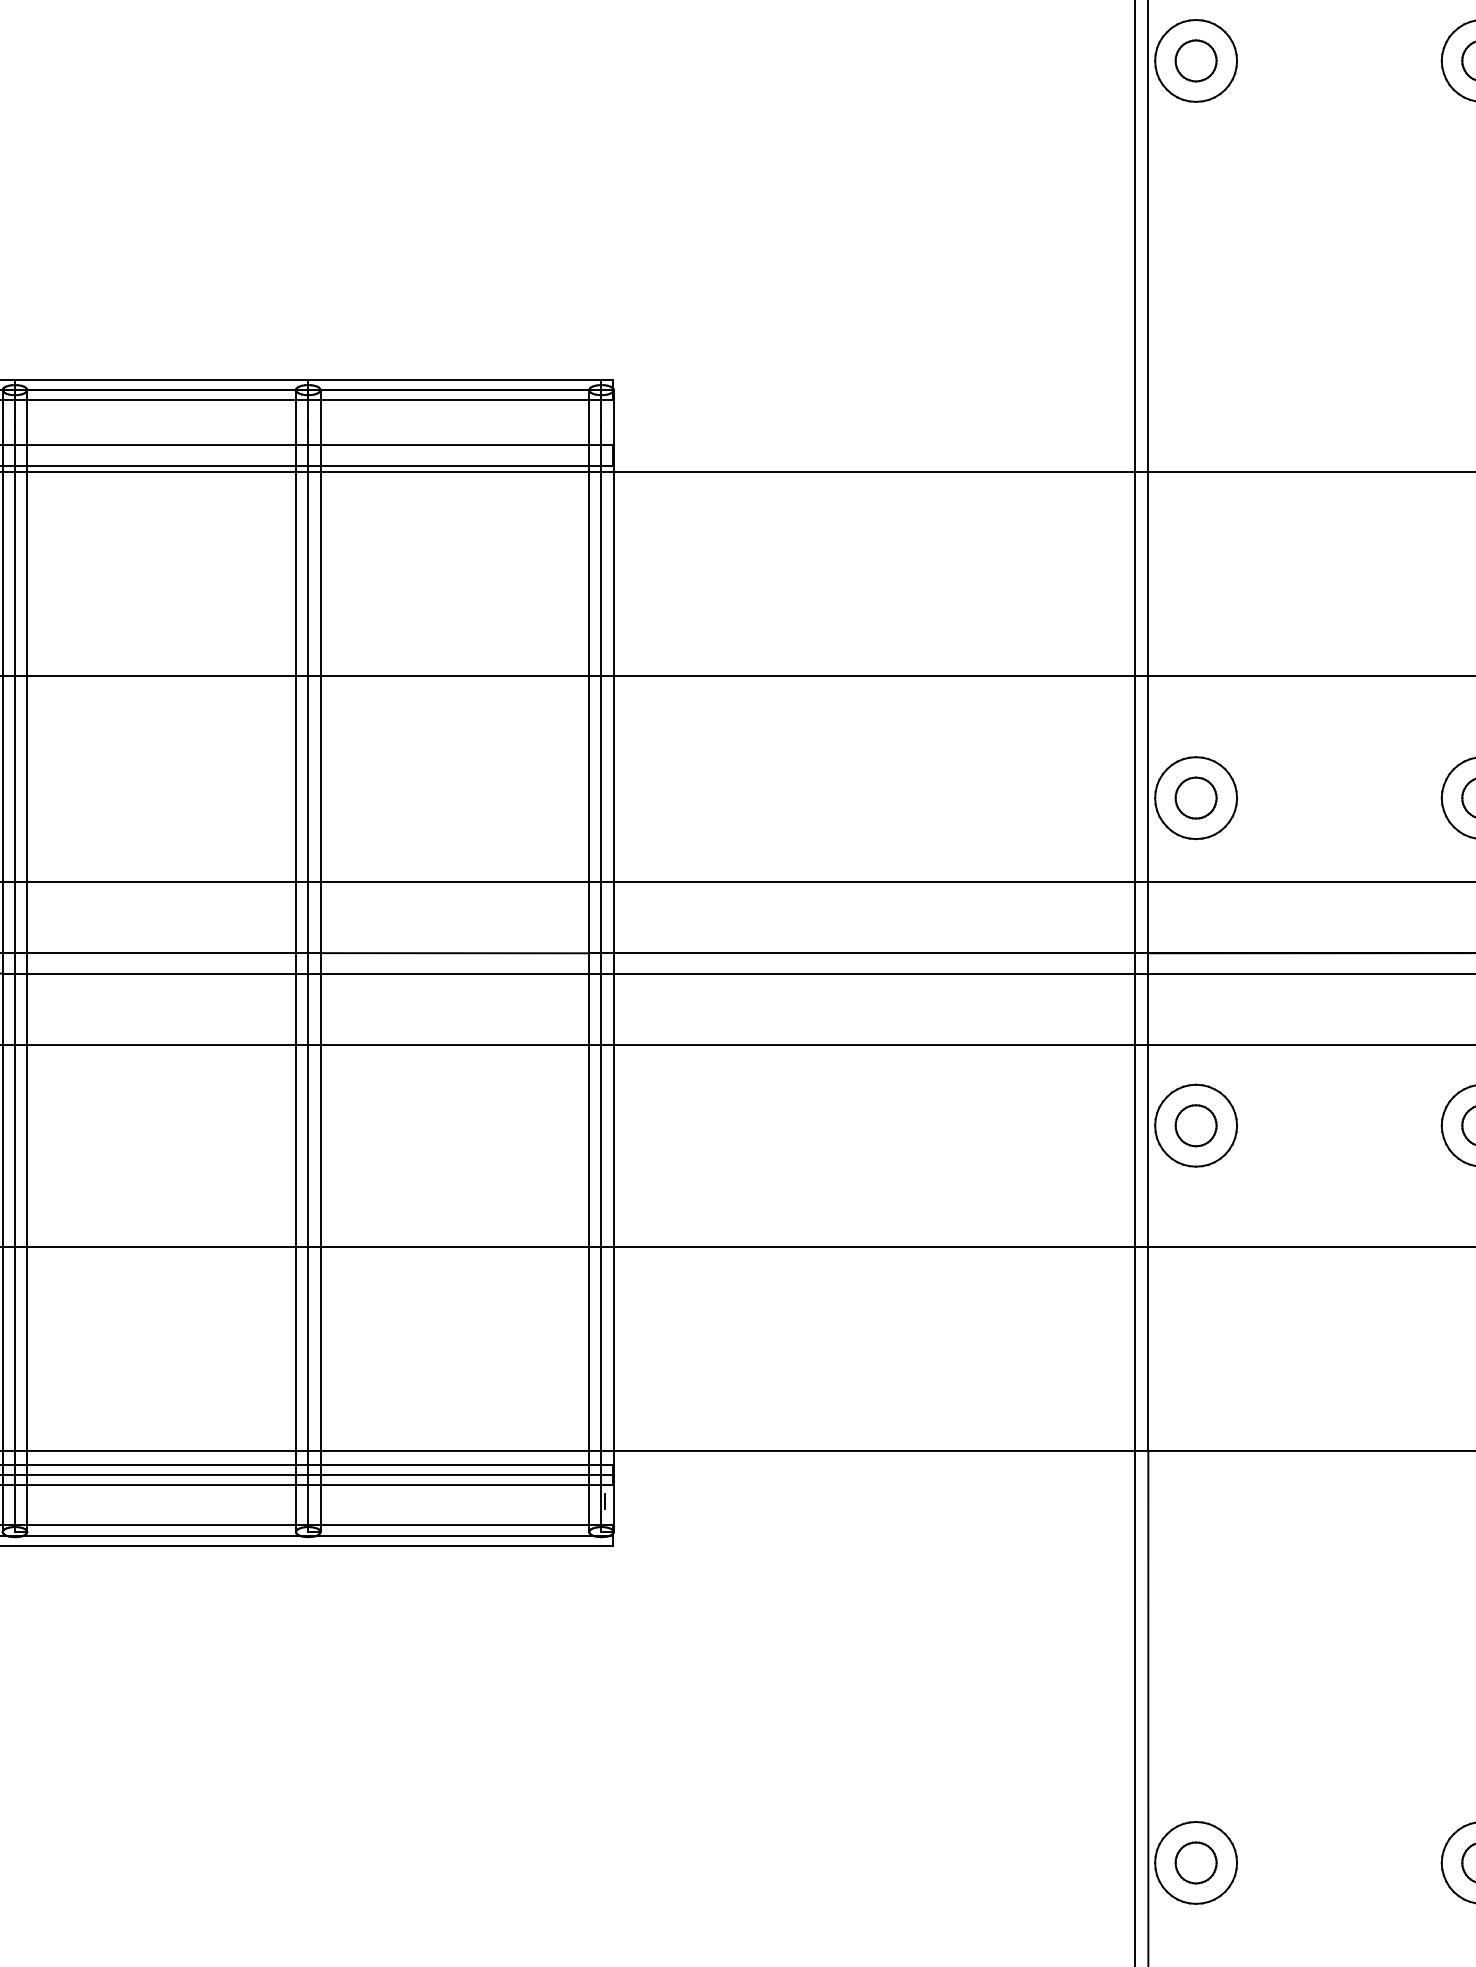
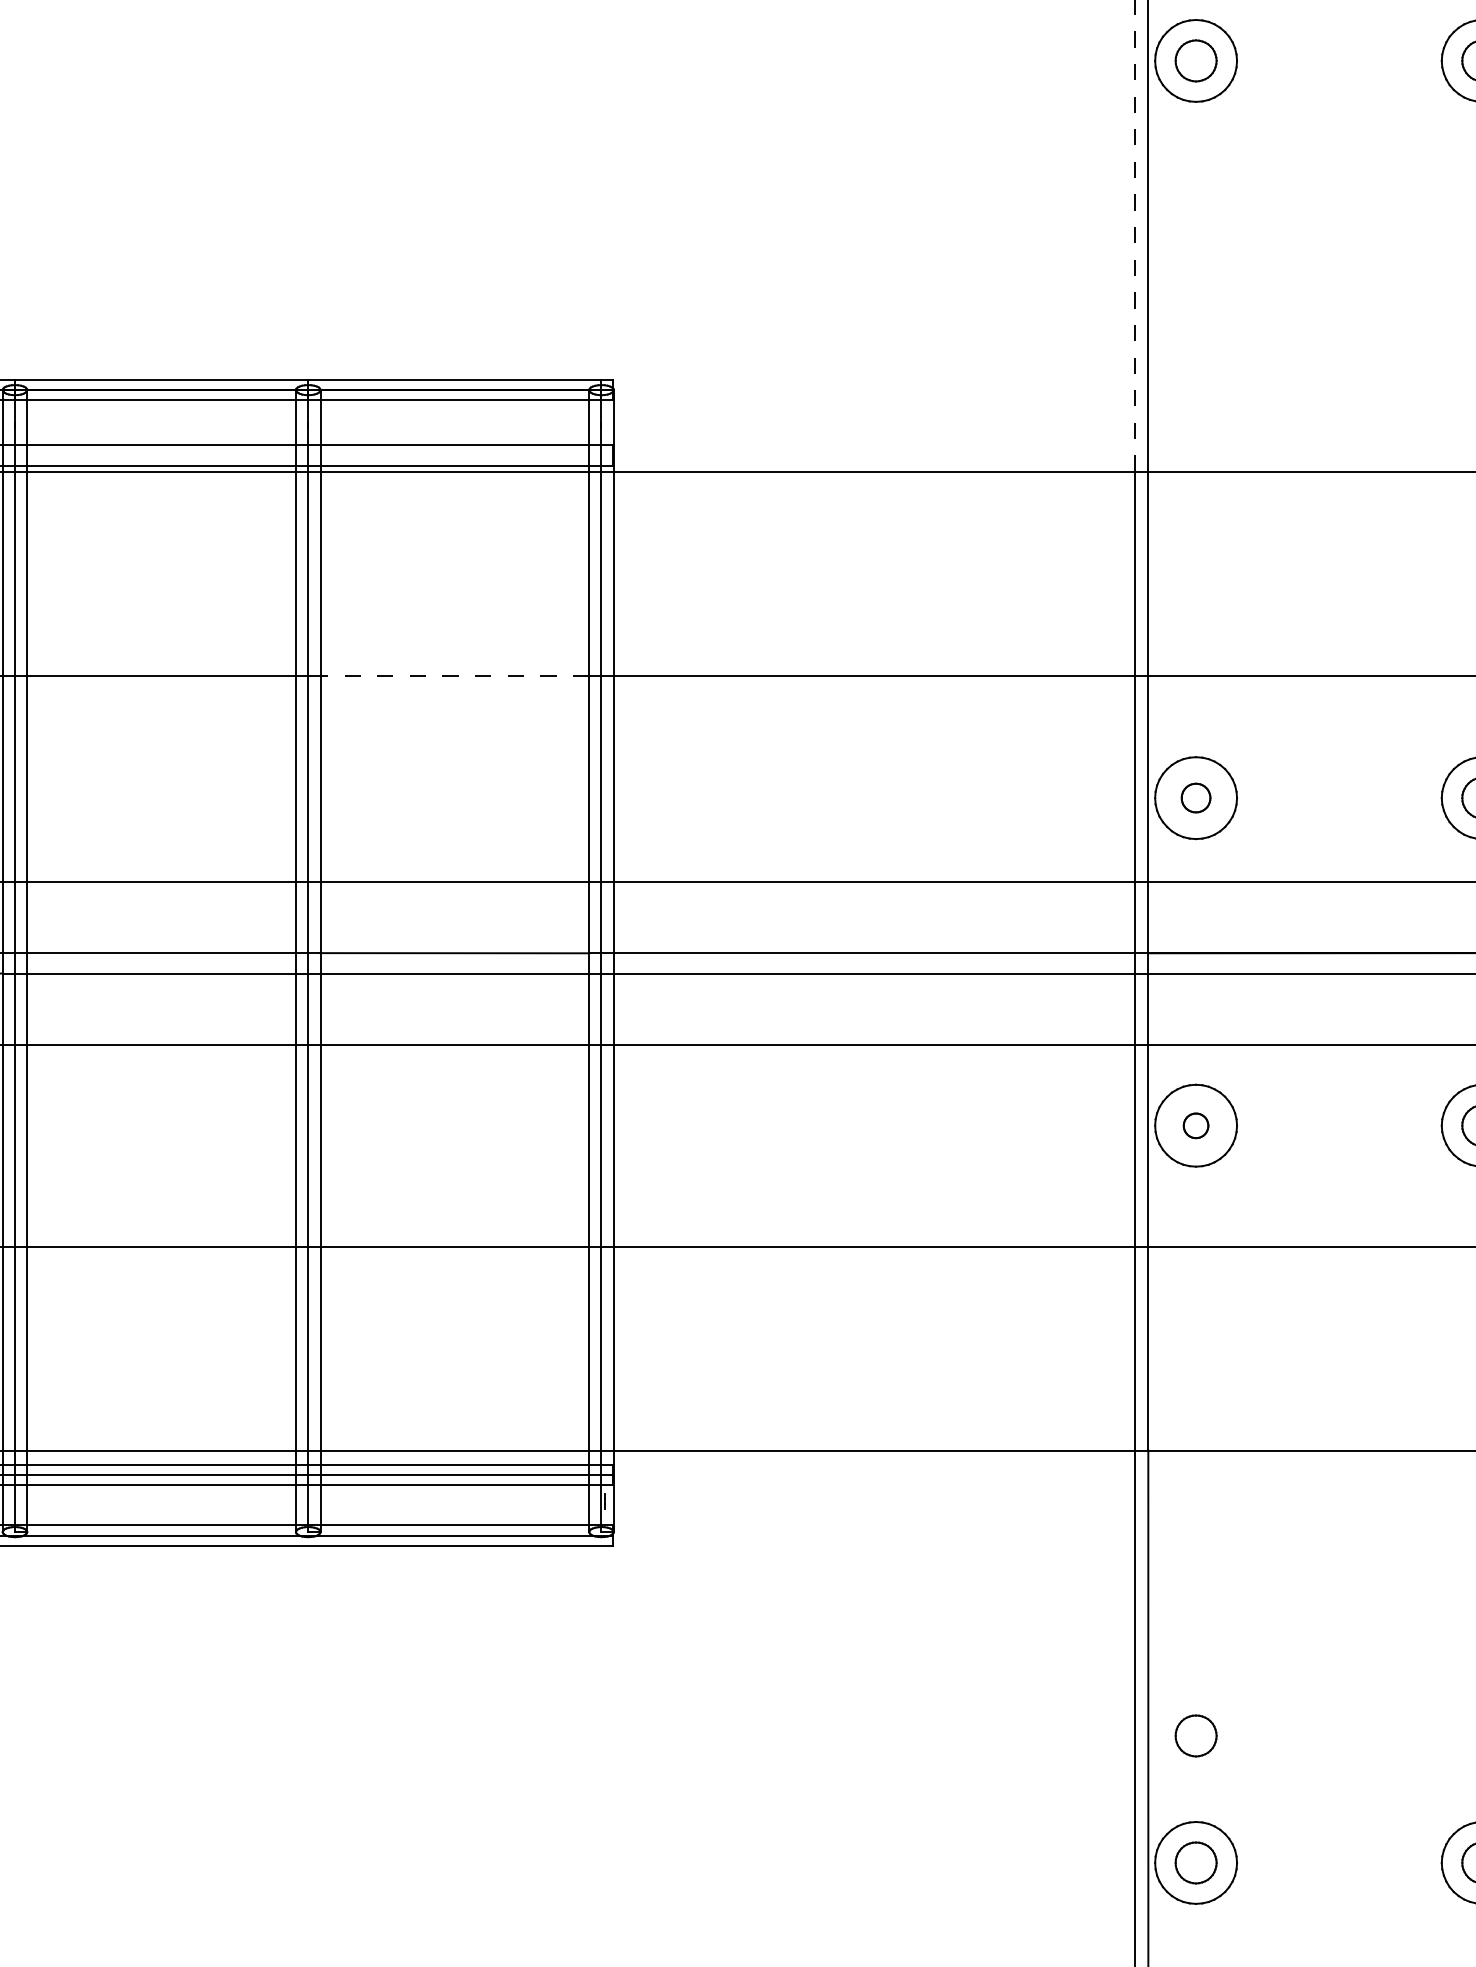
line at (1134, 235): solid -> dashed
line at (454, 675): solid -> dashed
part at (1195, 797) size: 44x44 px -> 32x32 px
part at (1195, 1125) size: 44x44 px -> 28x28 px
part at (1195, 1735): none -> present
